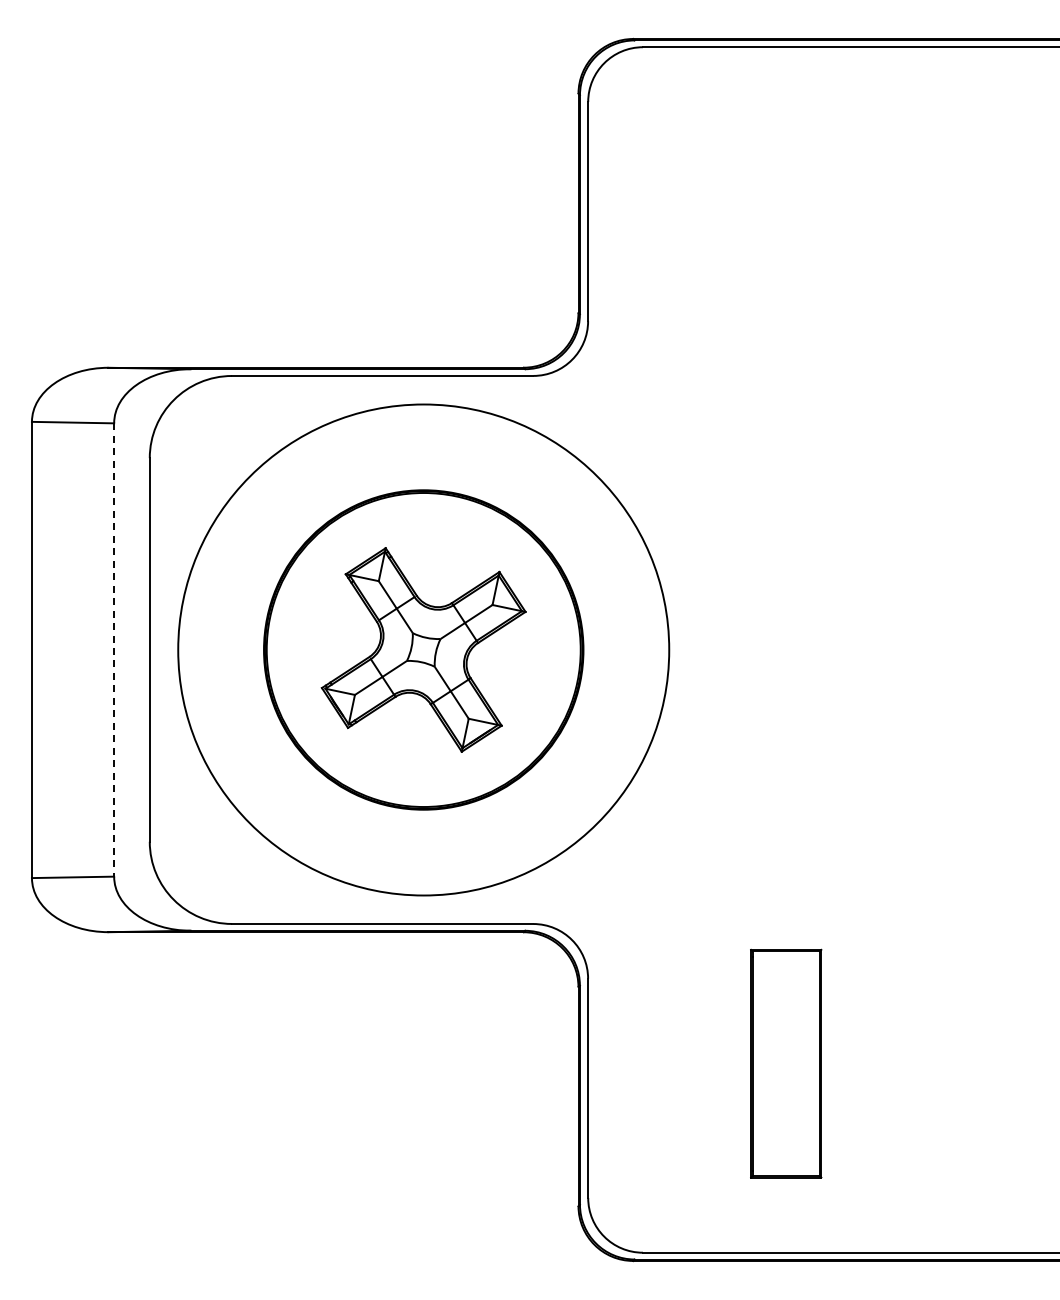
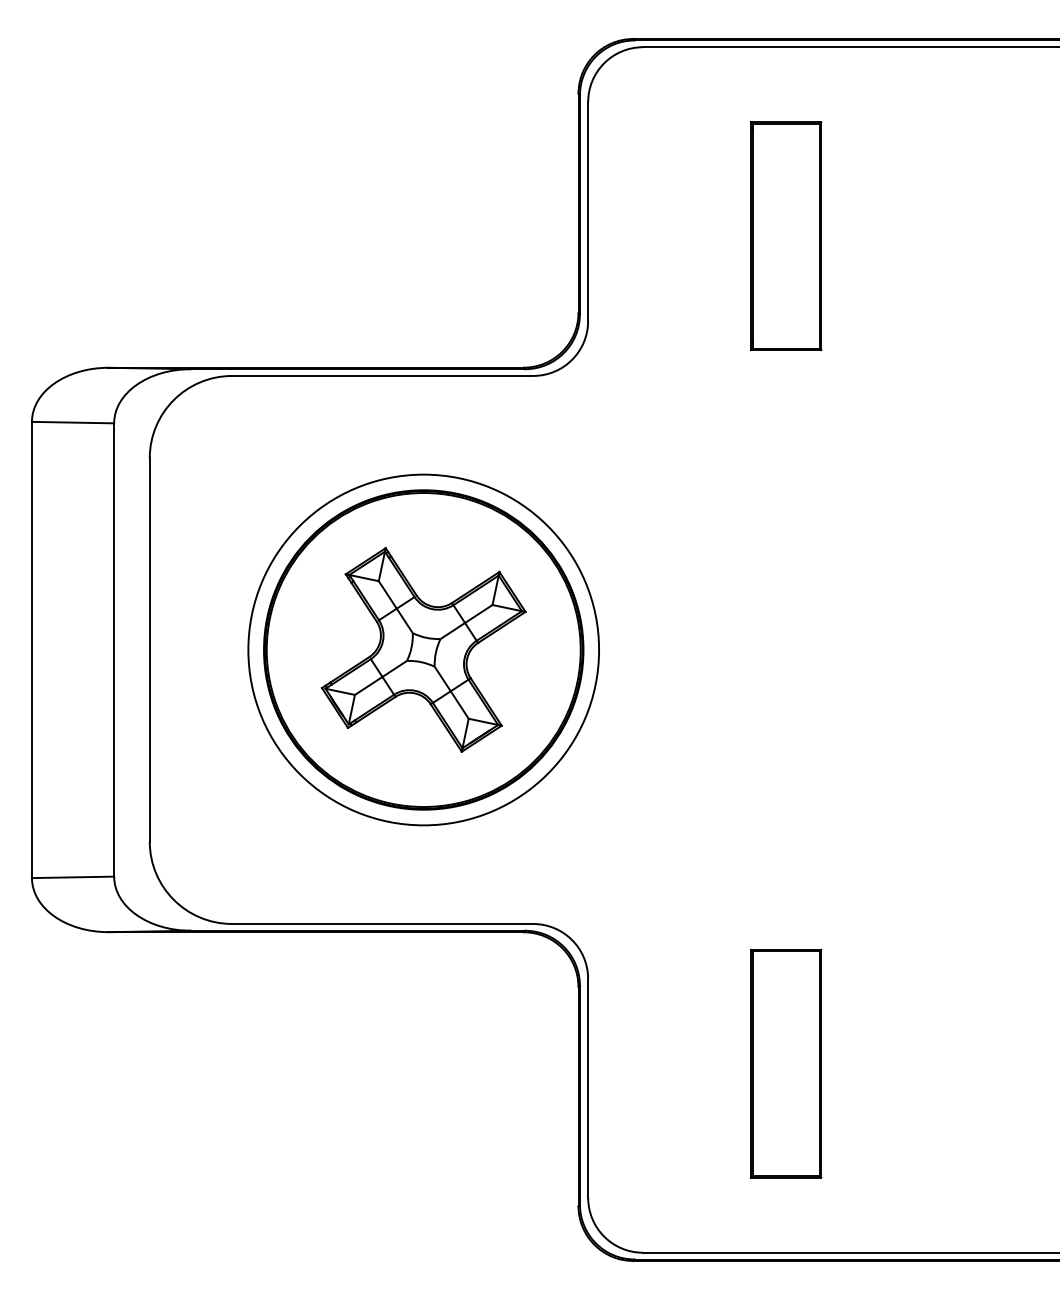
part at (786, 236): none -> present
circle at (423, 649) diameter: 491 px -> 351 px
line at (114, 650): dashed -> solid
